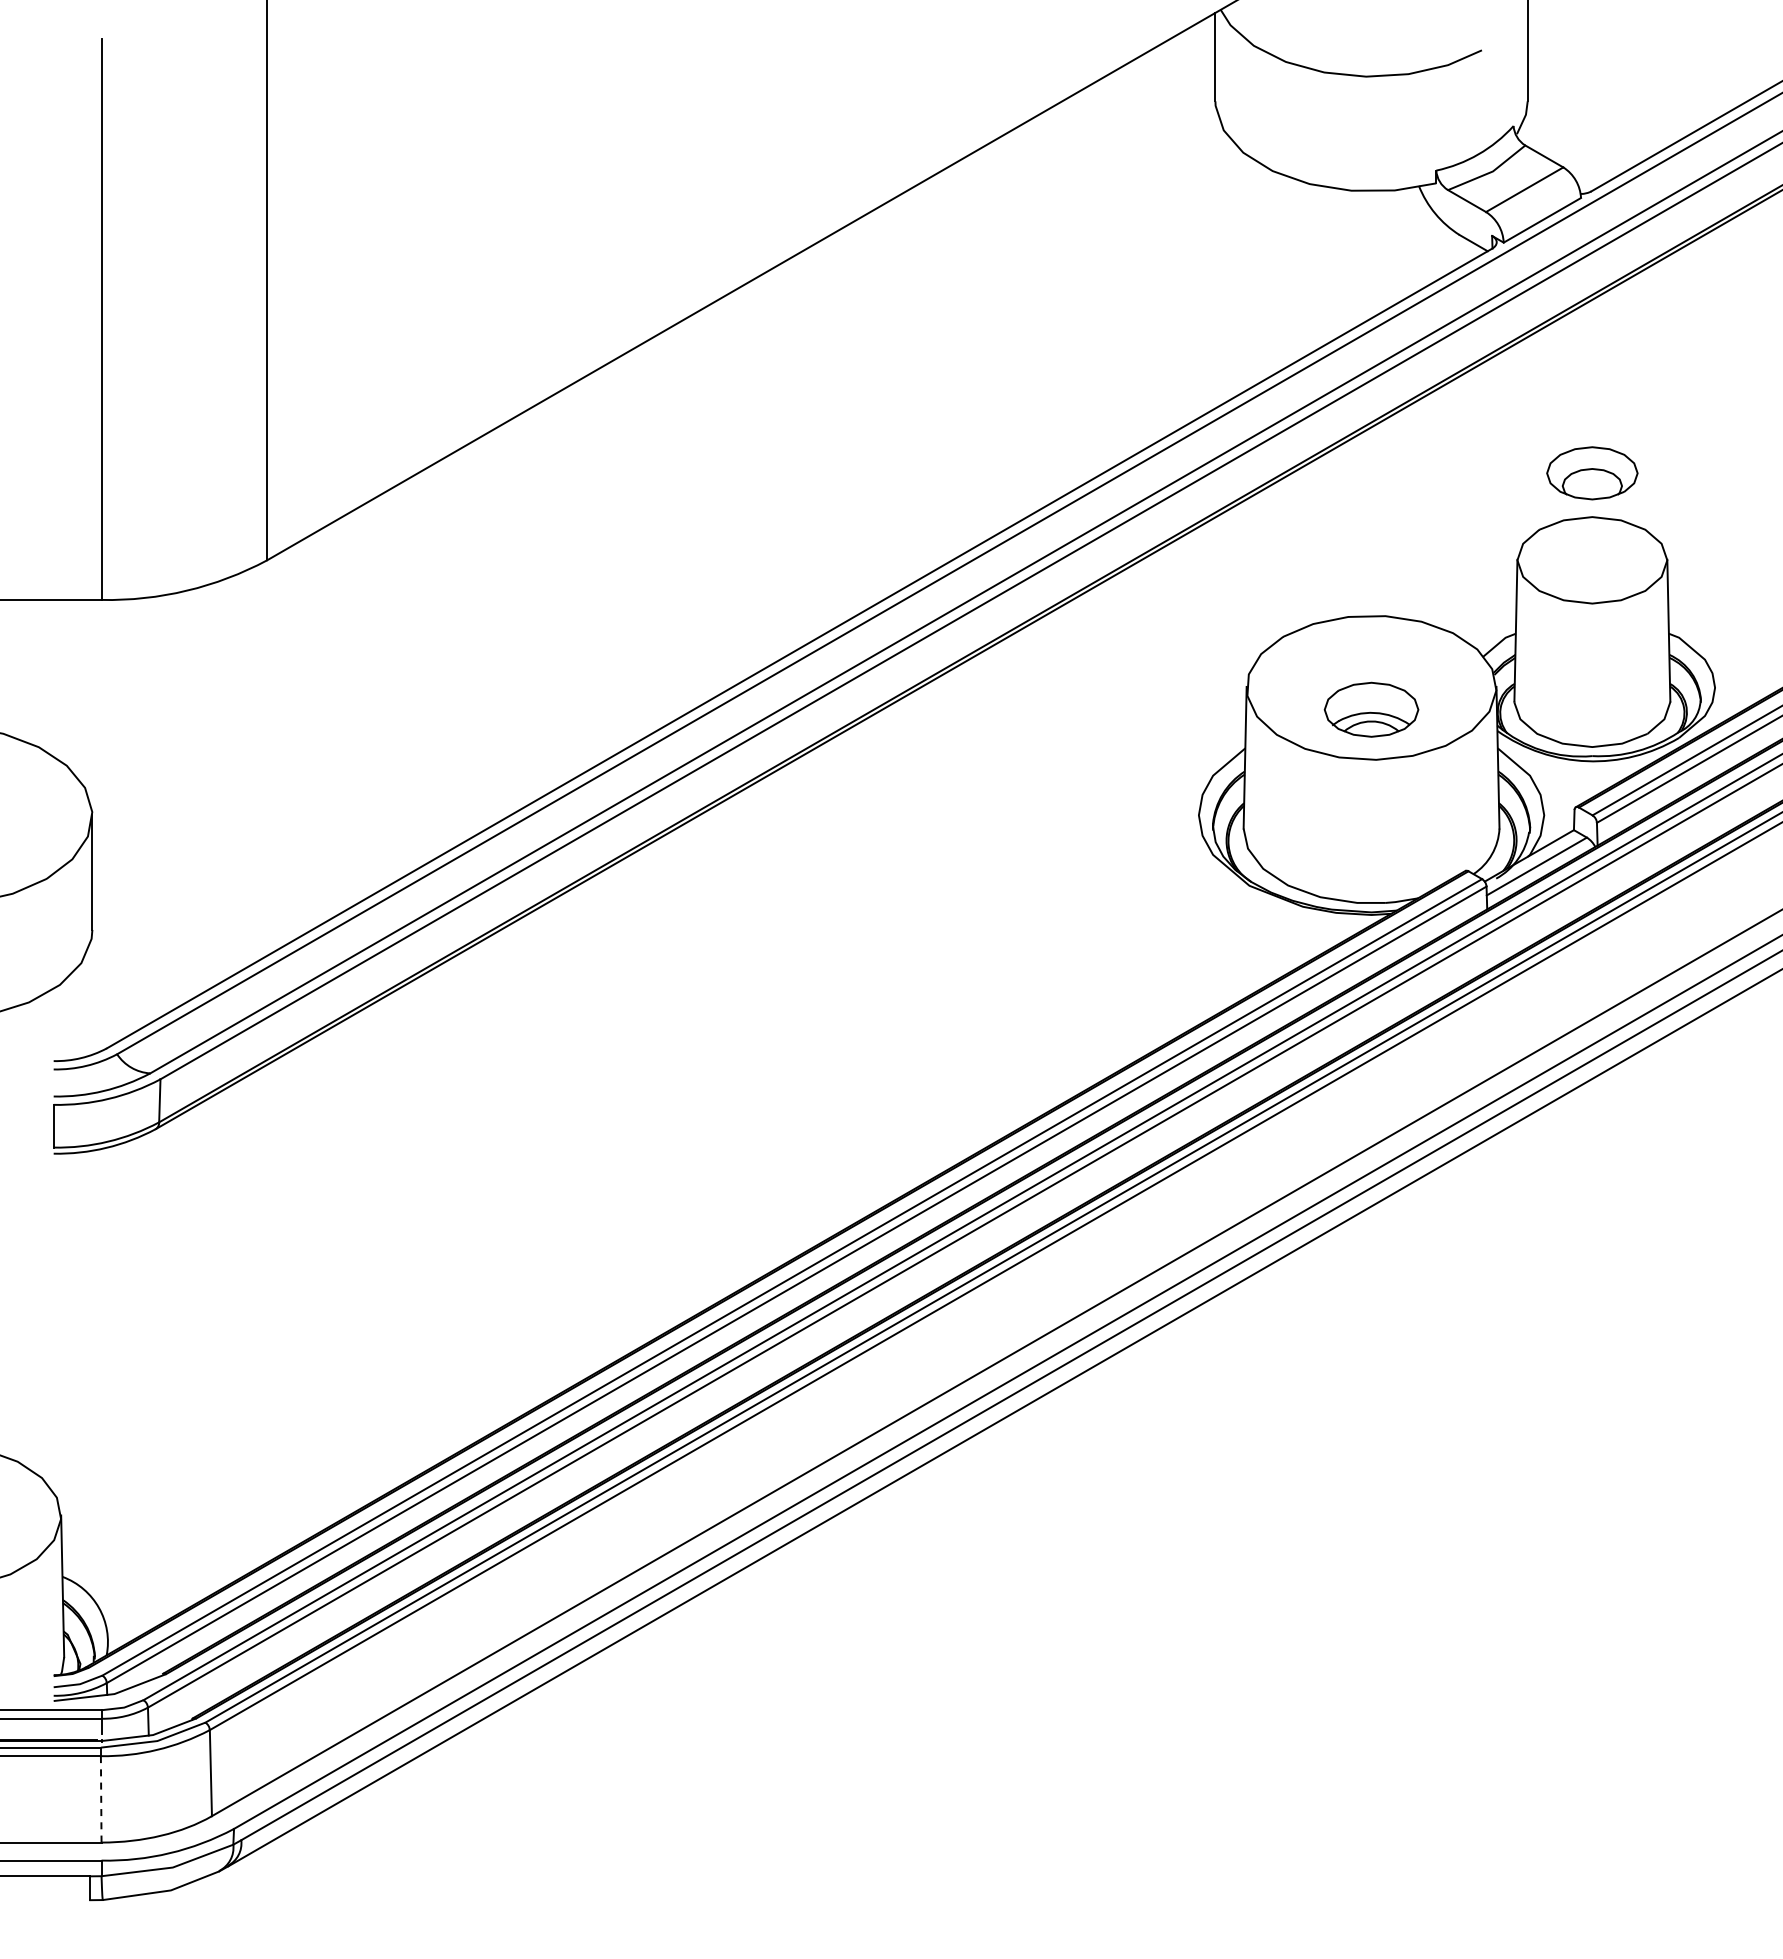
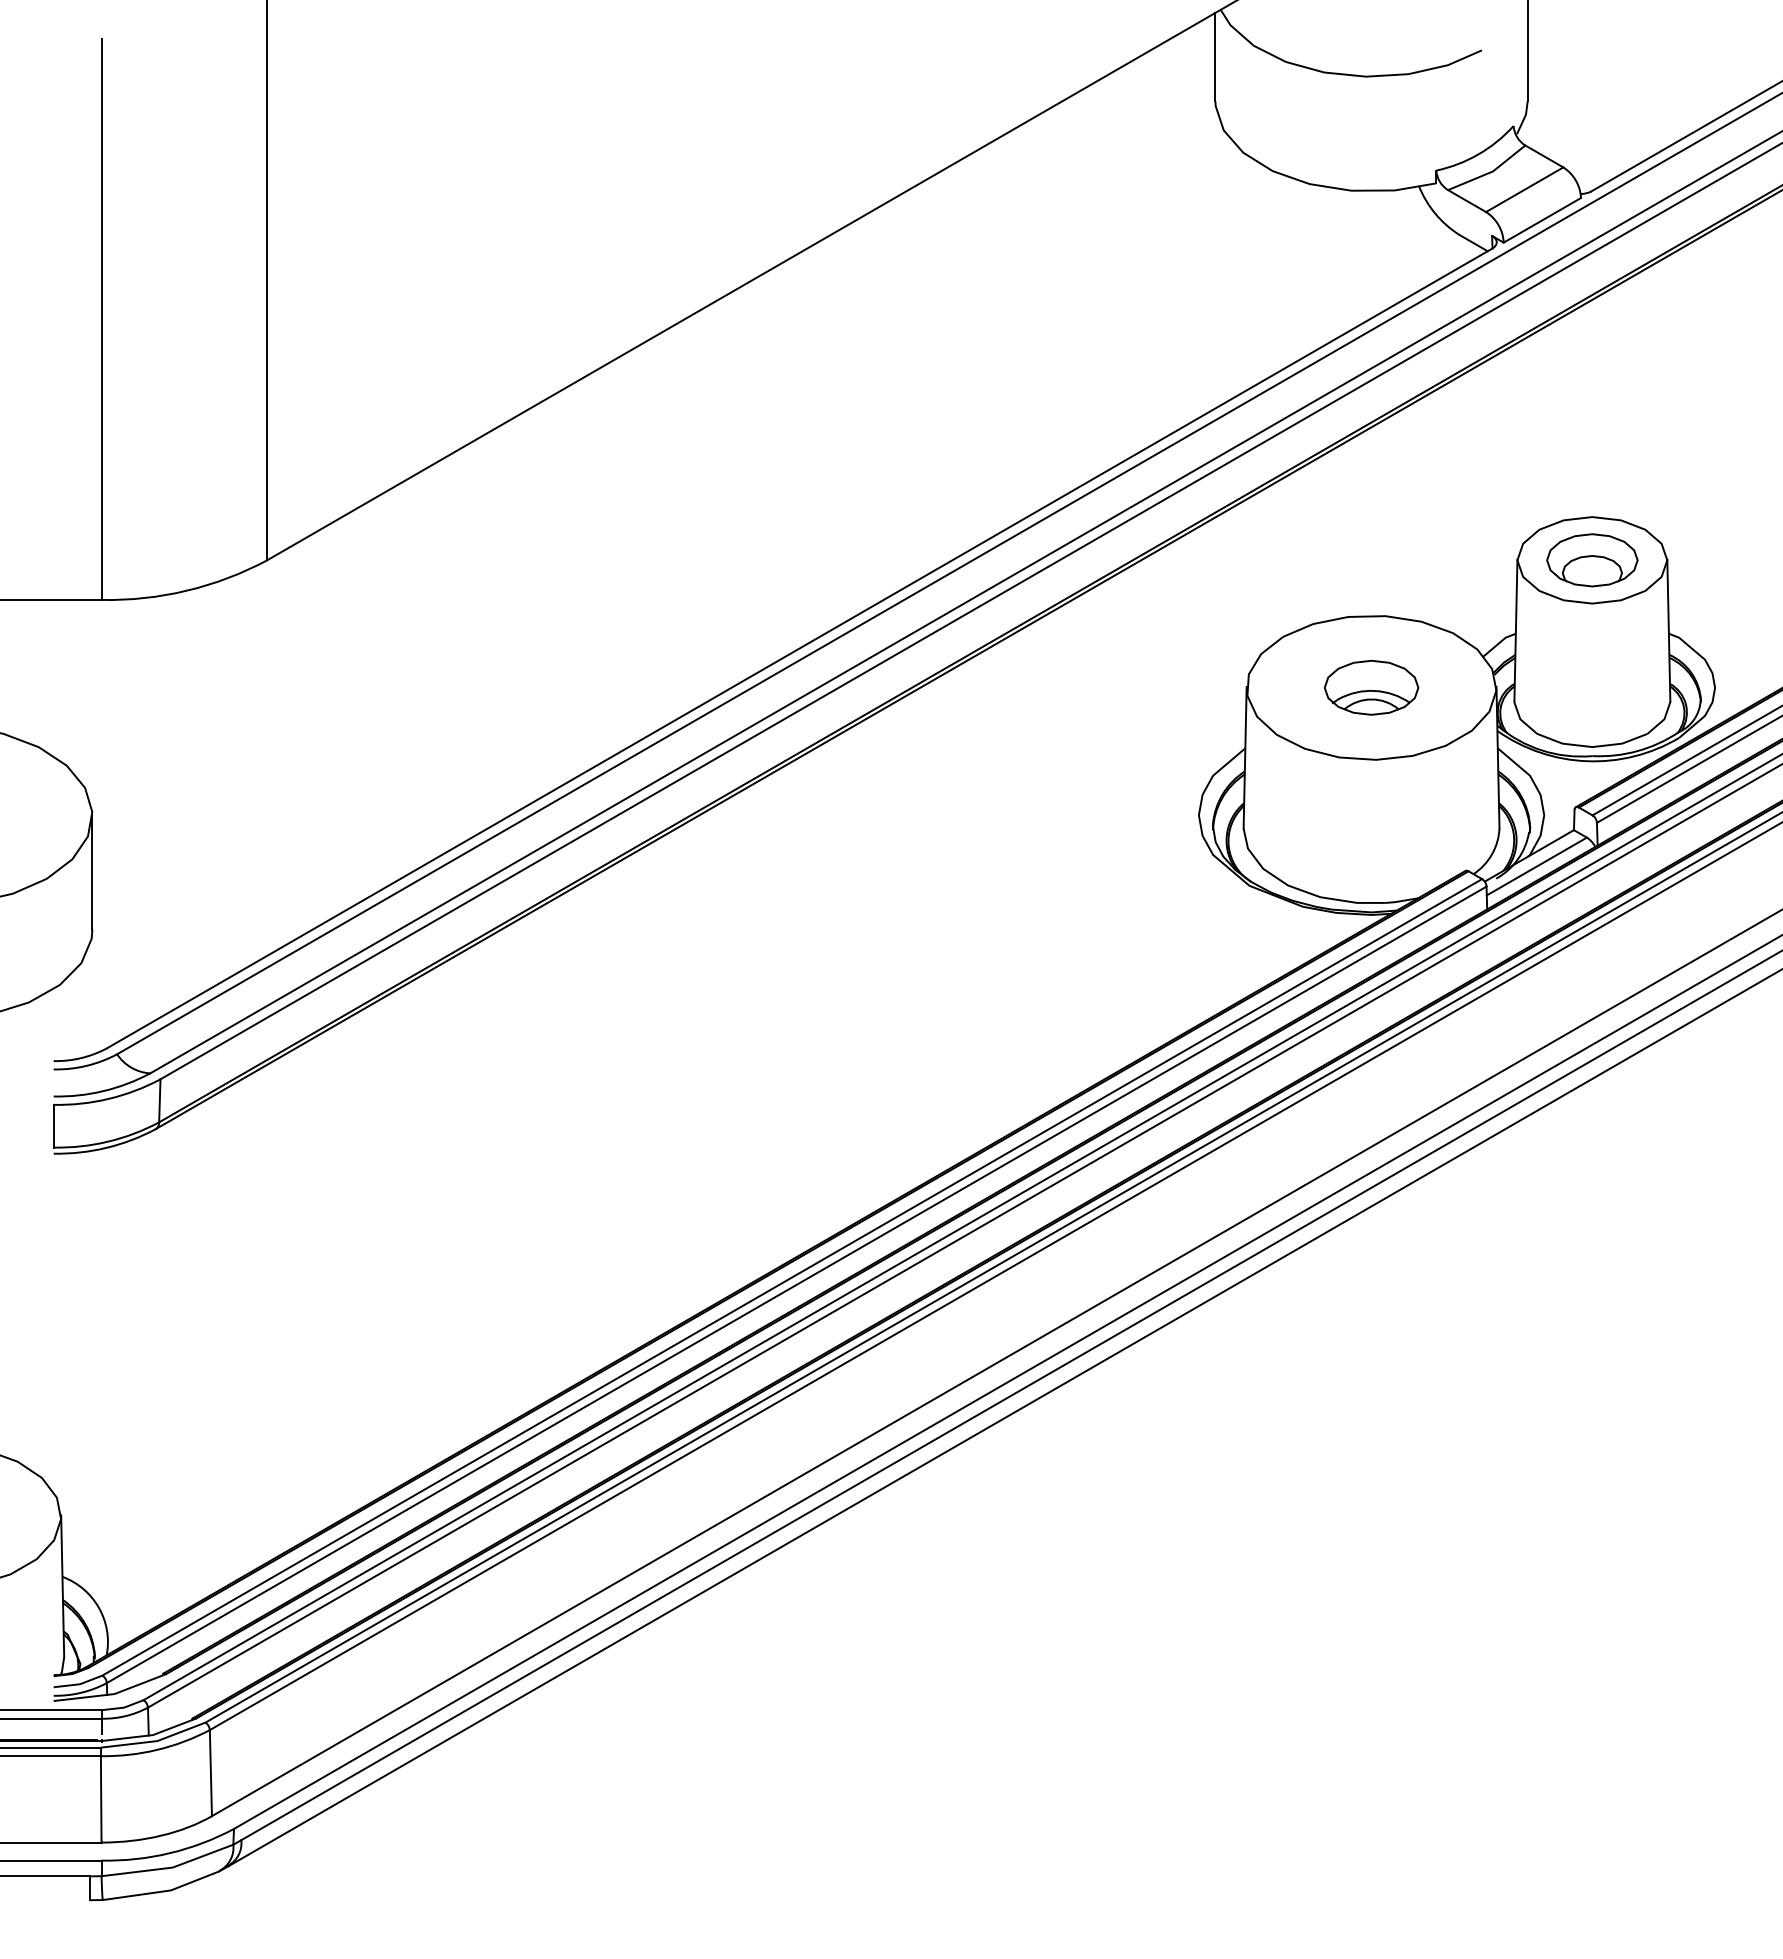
part at (1592, 473) position: (1592, 473) -> (1592, 560)
part at (1371, 709) position: (1371, 709) -> (1371, 687)
line at (101, 1798): dashed -> solid
